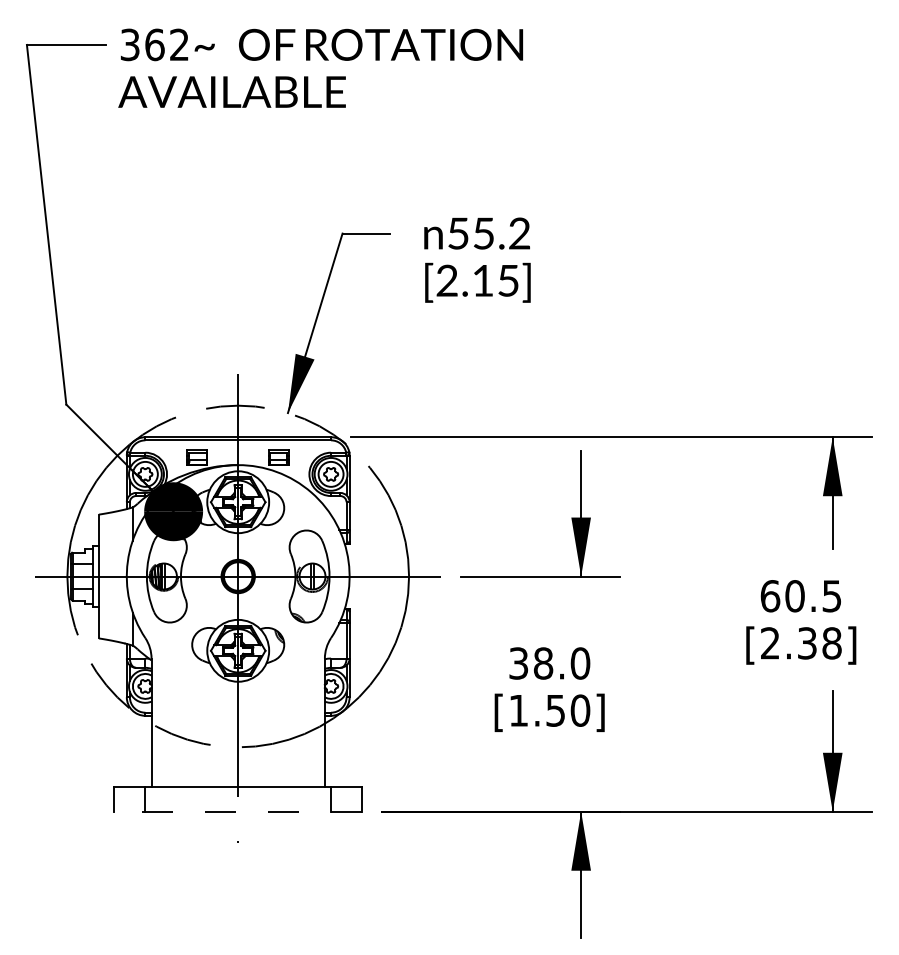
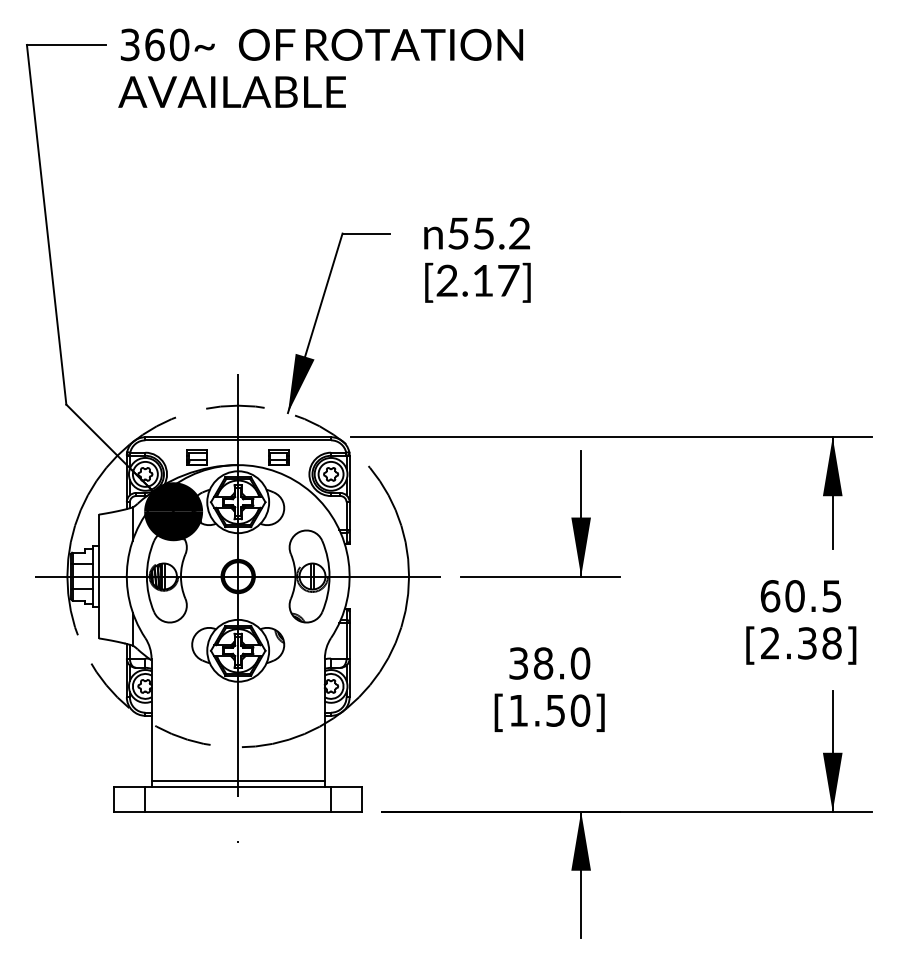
text at (179, 44): 362 -> 360
text at (508, 280): [2.15] -> [2.17]
line at (237, 780): none -> present
line at (238, 811): dashed -> solid
